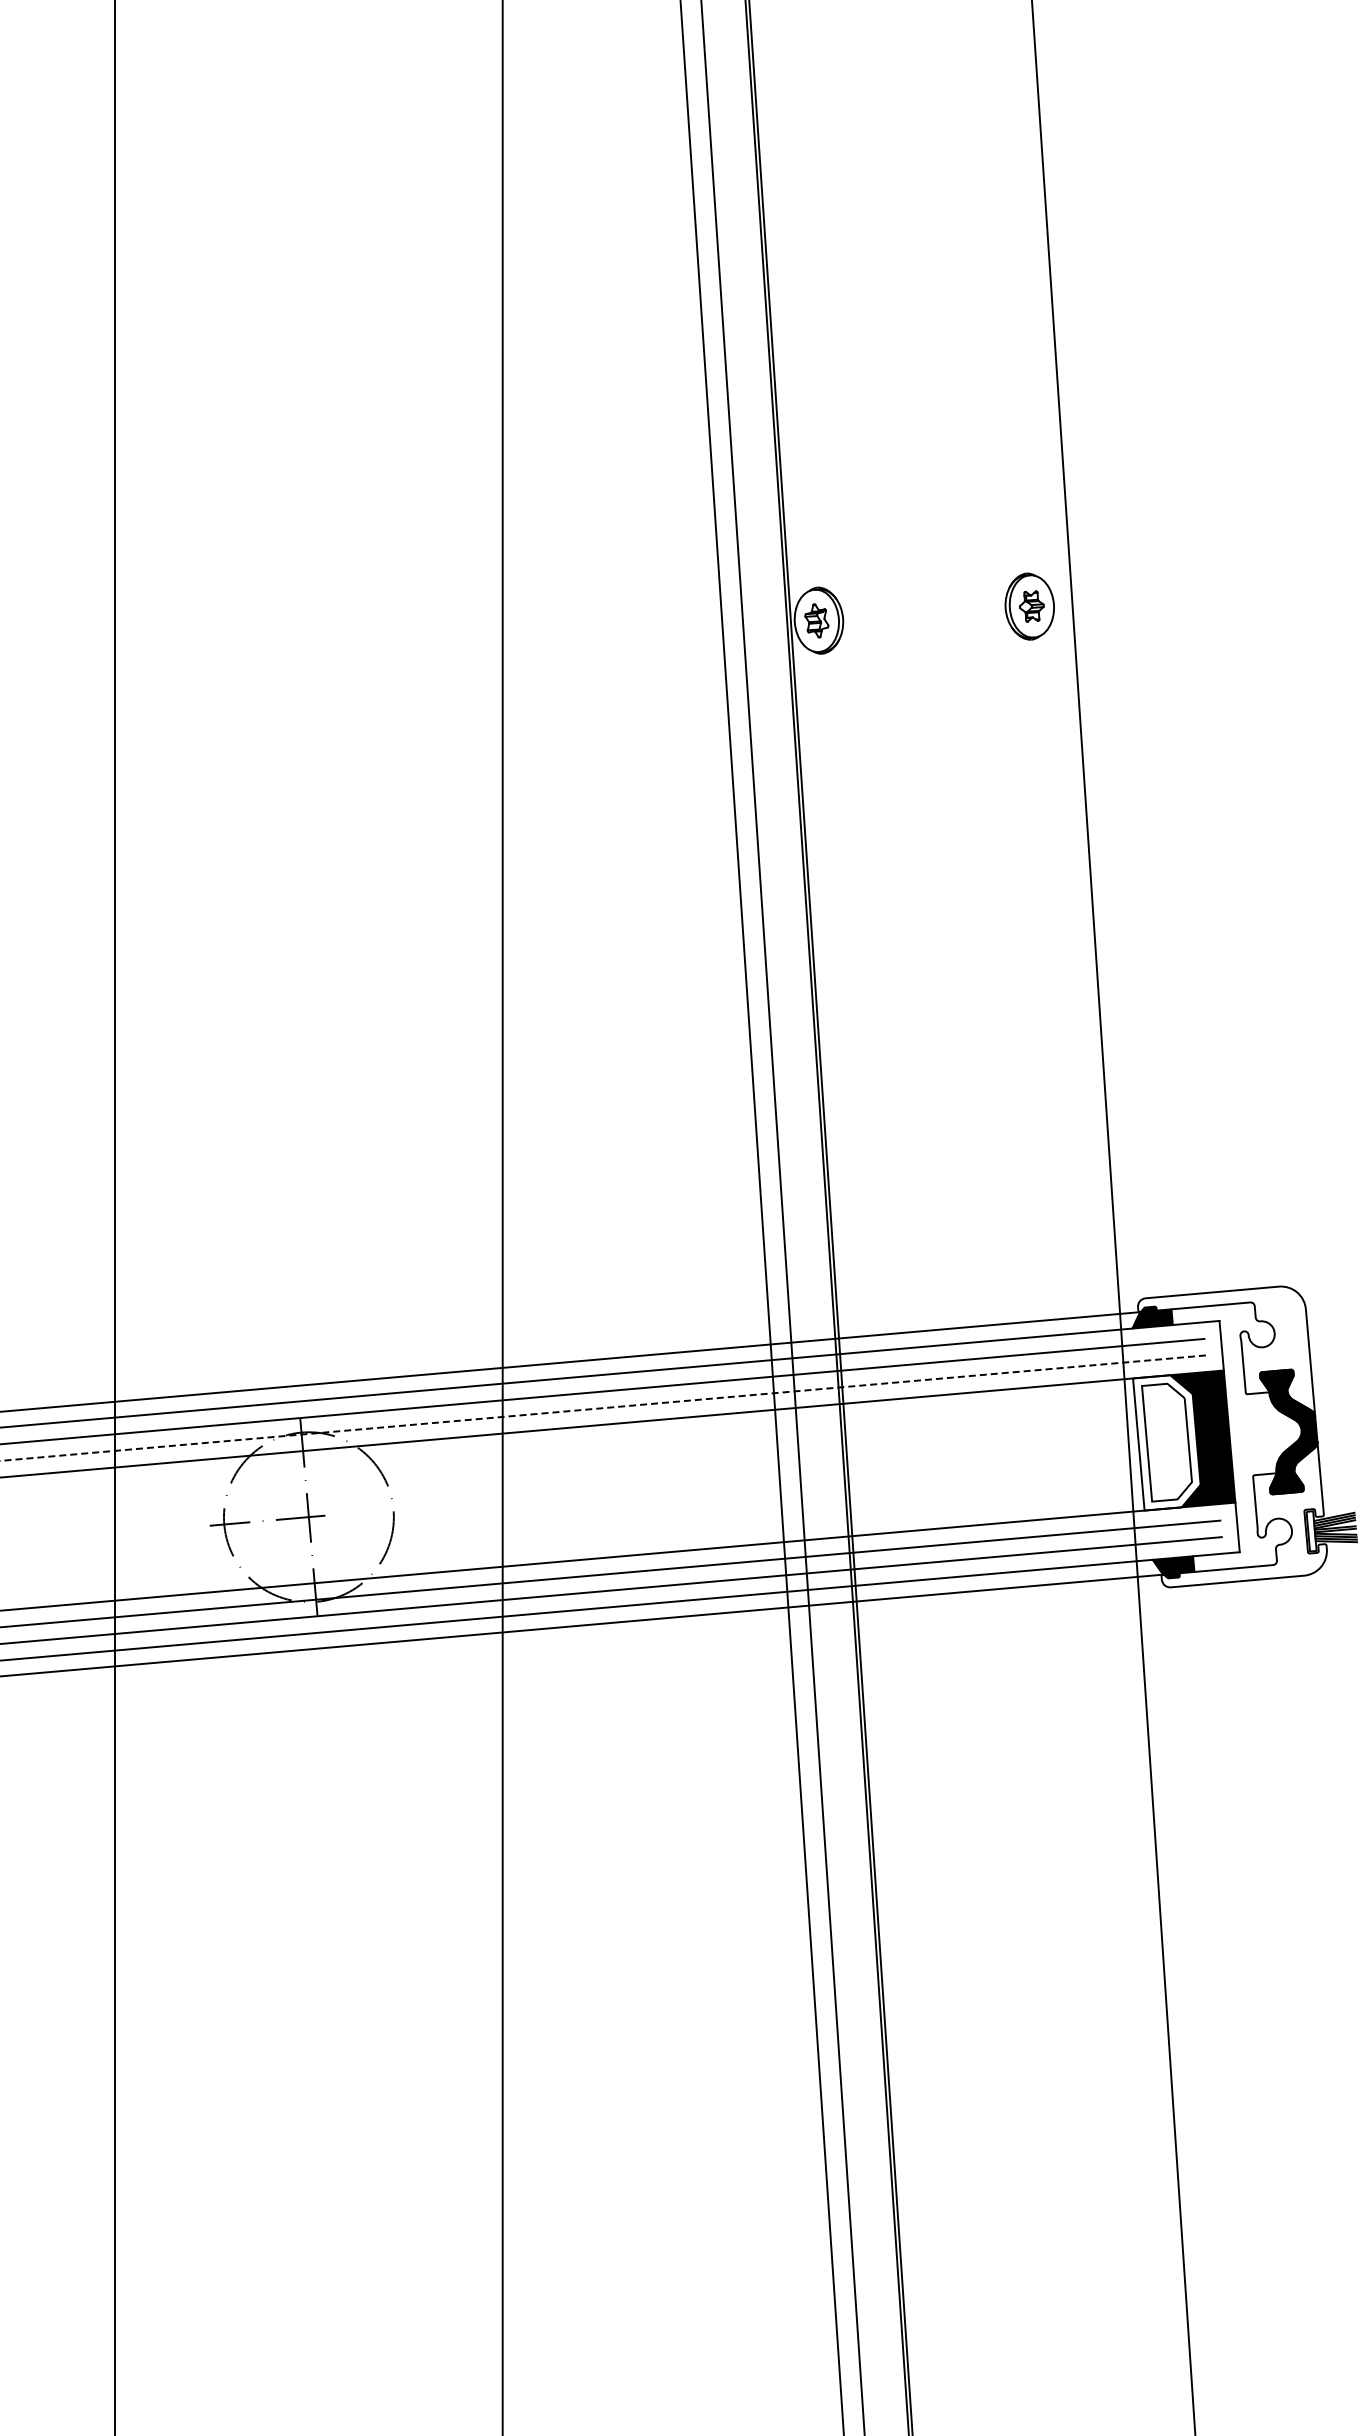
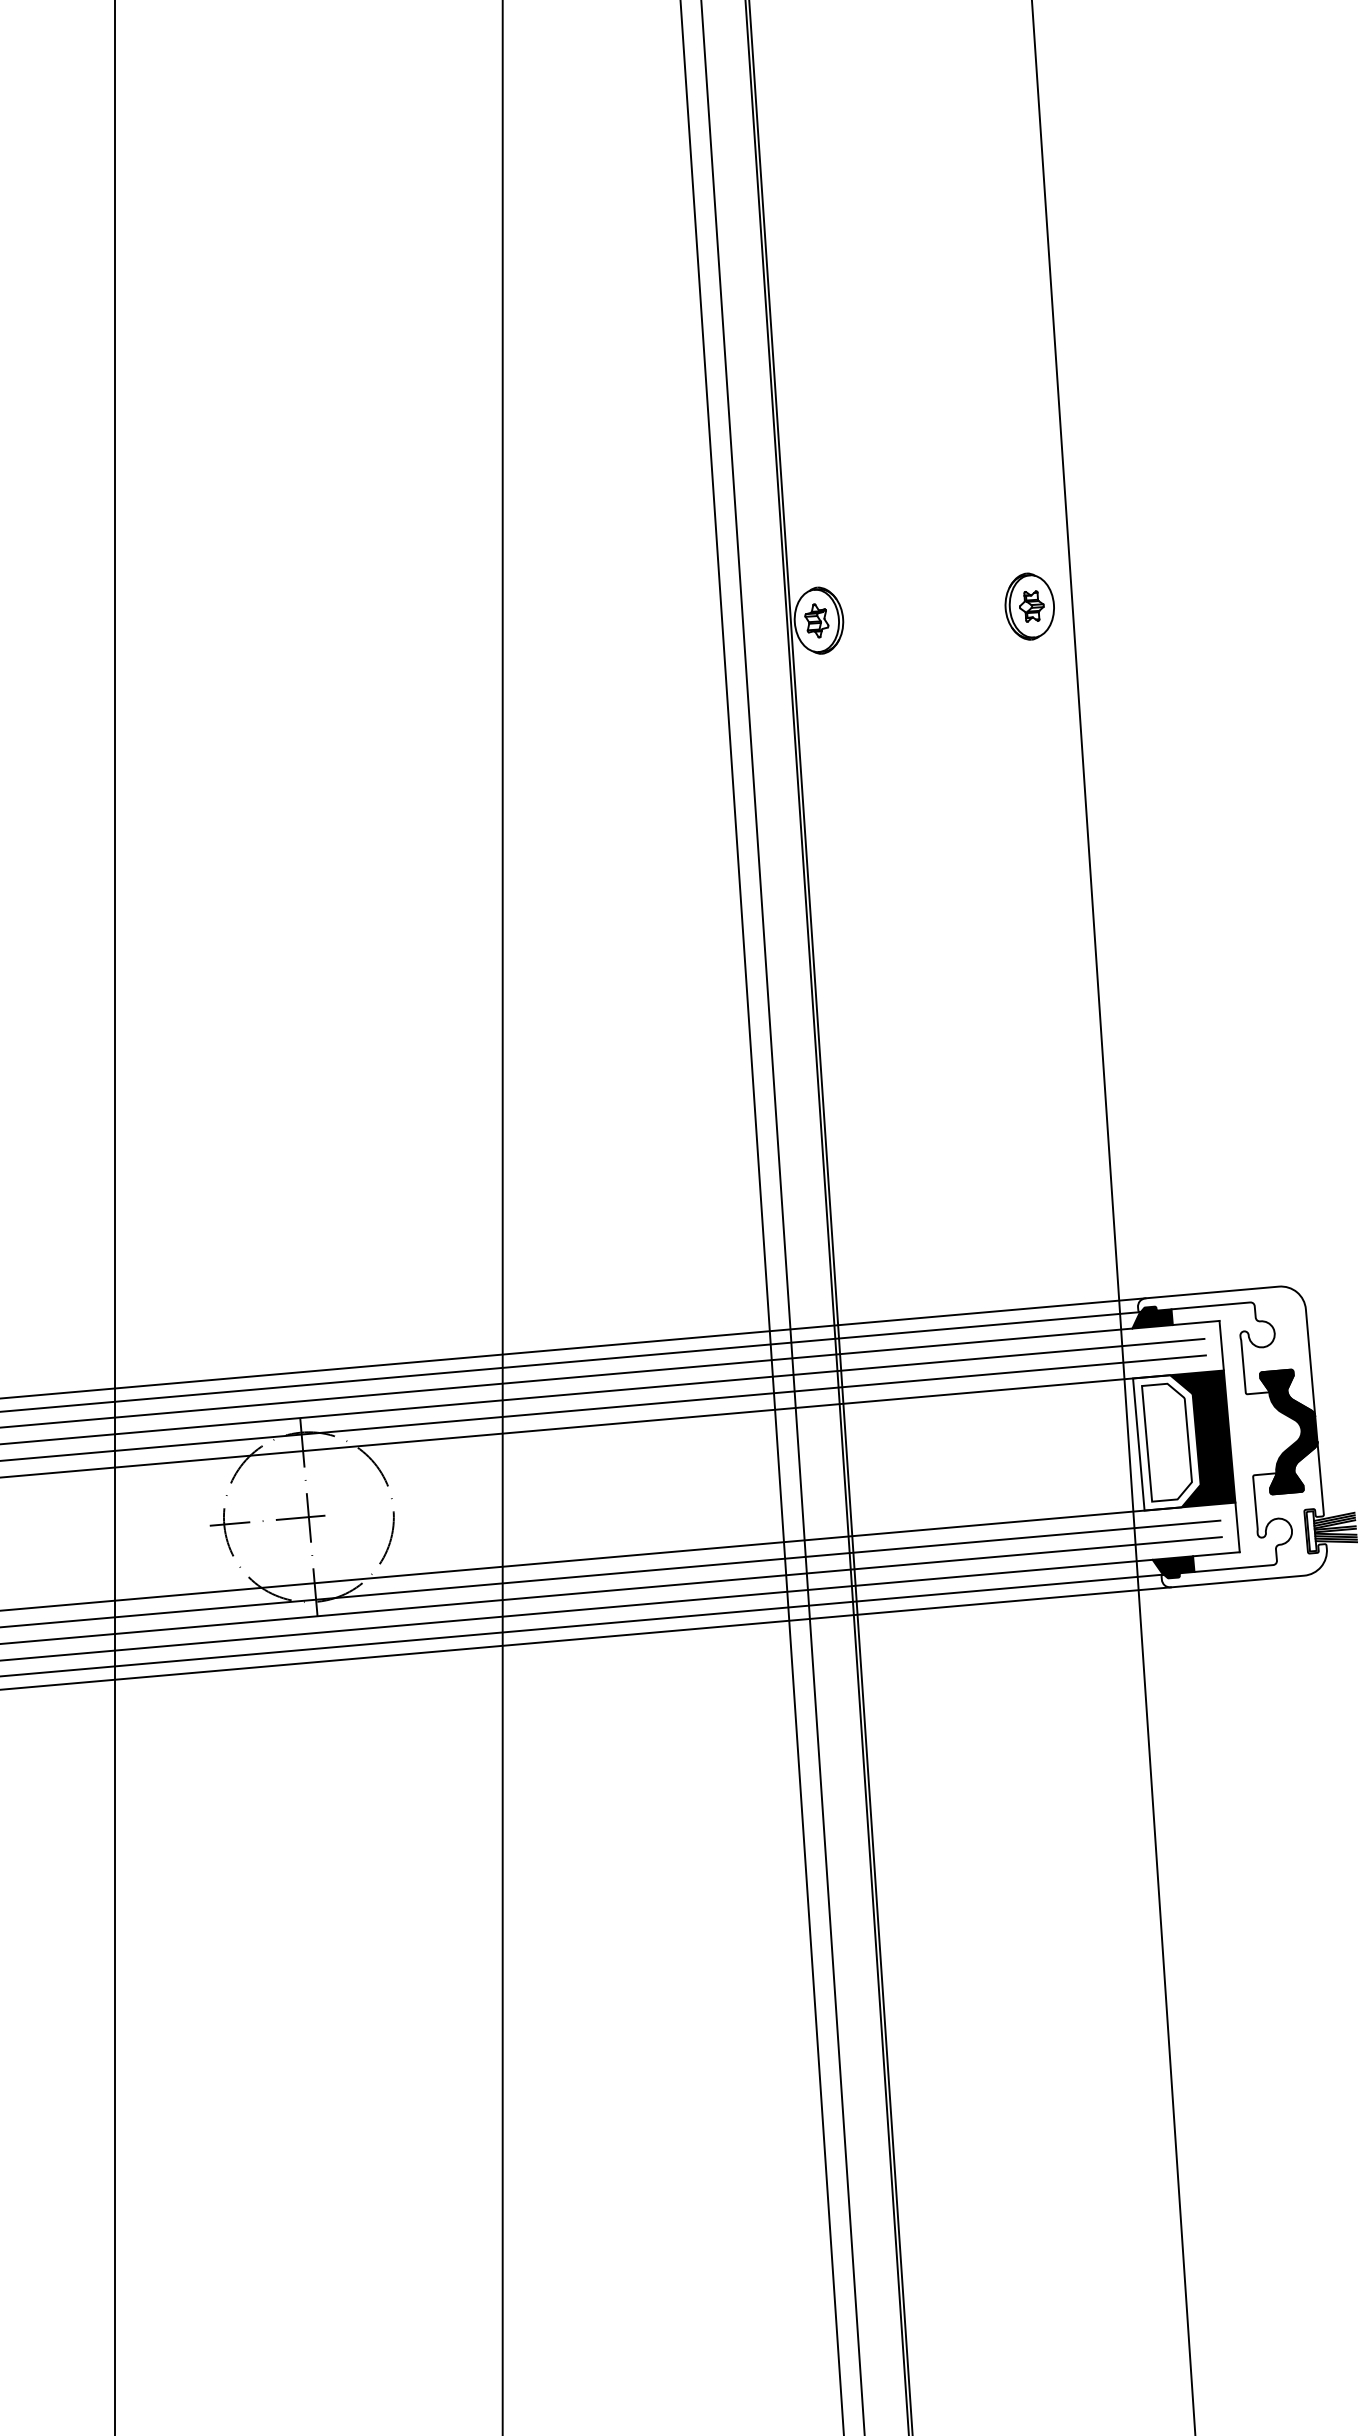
line at (573, 1348): none -> present
line at (603, 1408): dashed -> solid
line at (586, 1638): none -> present
